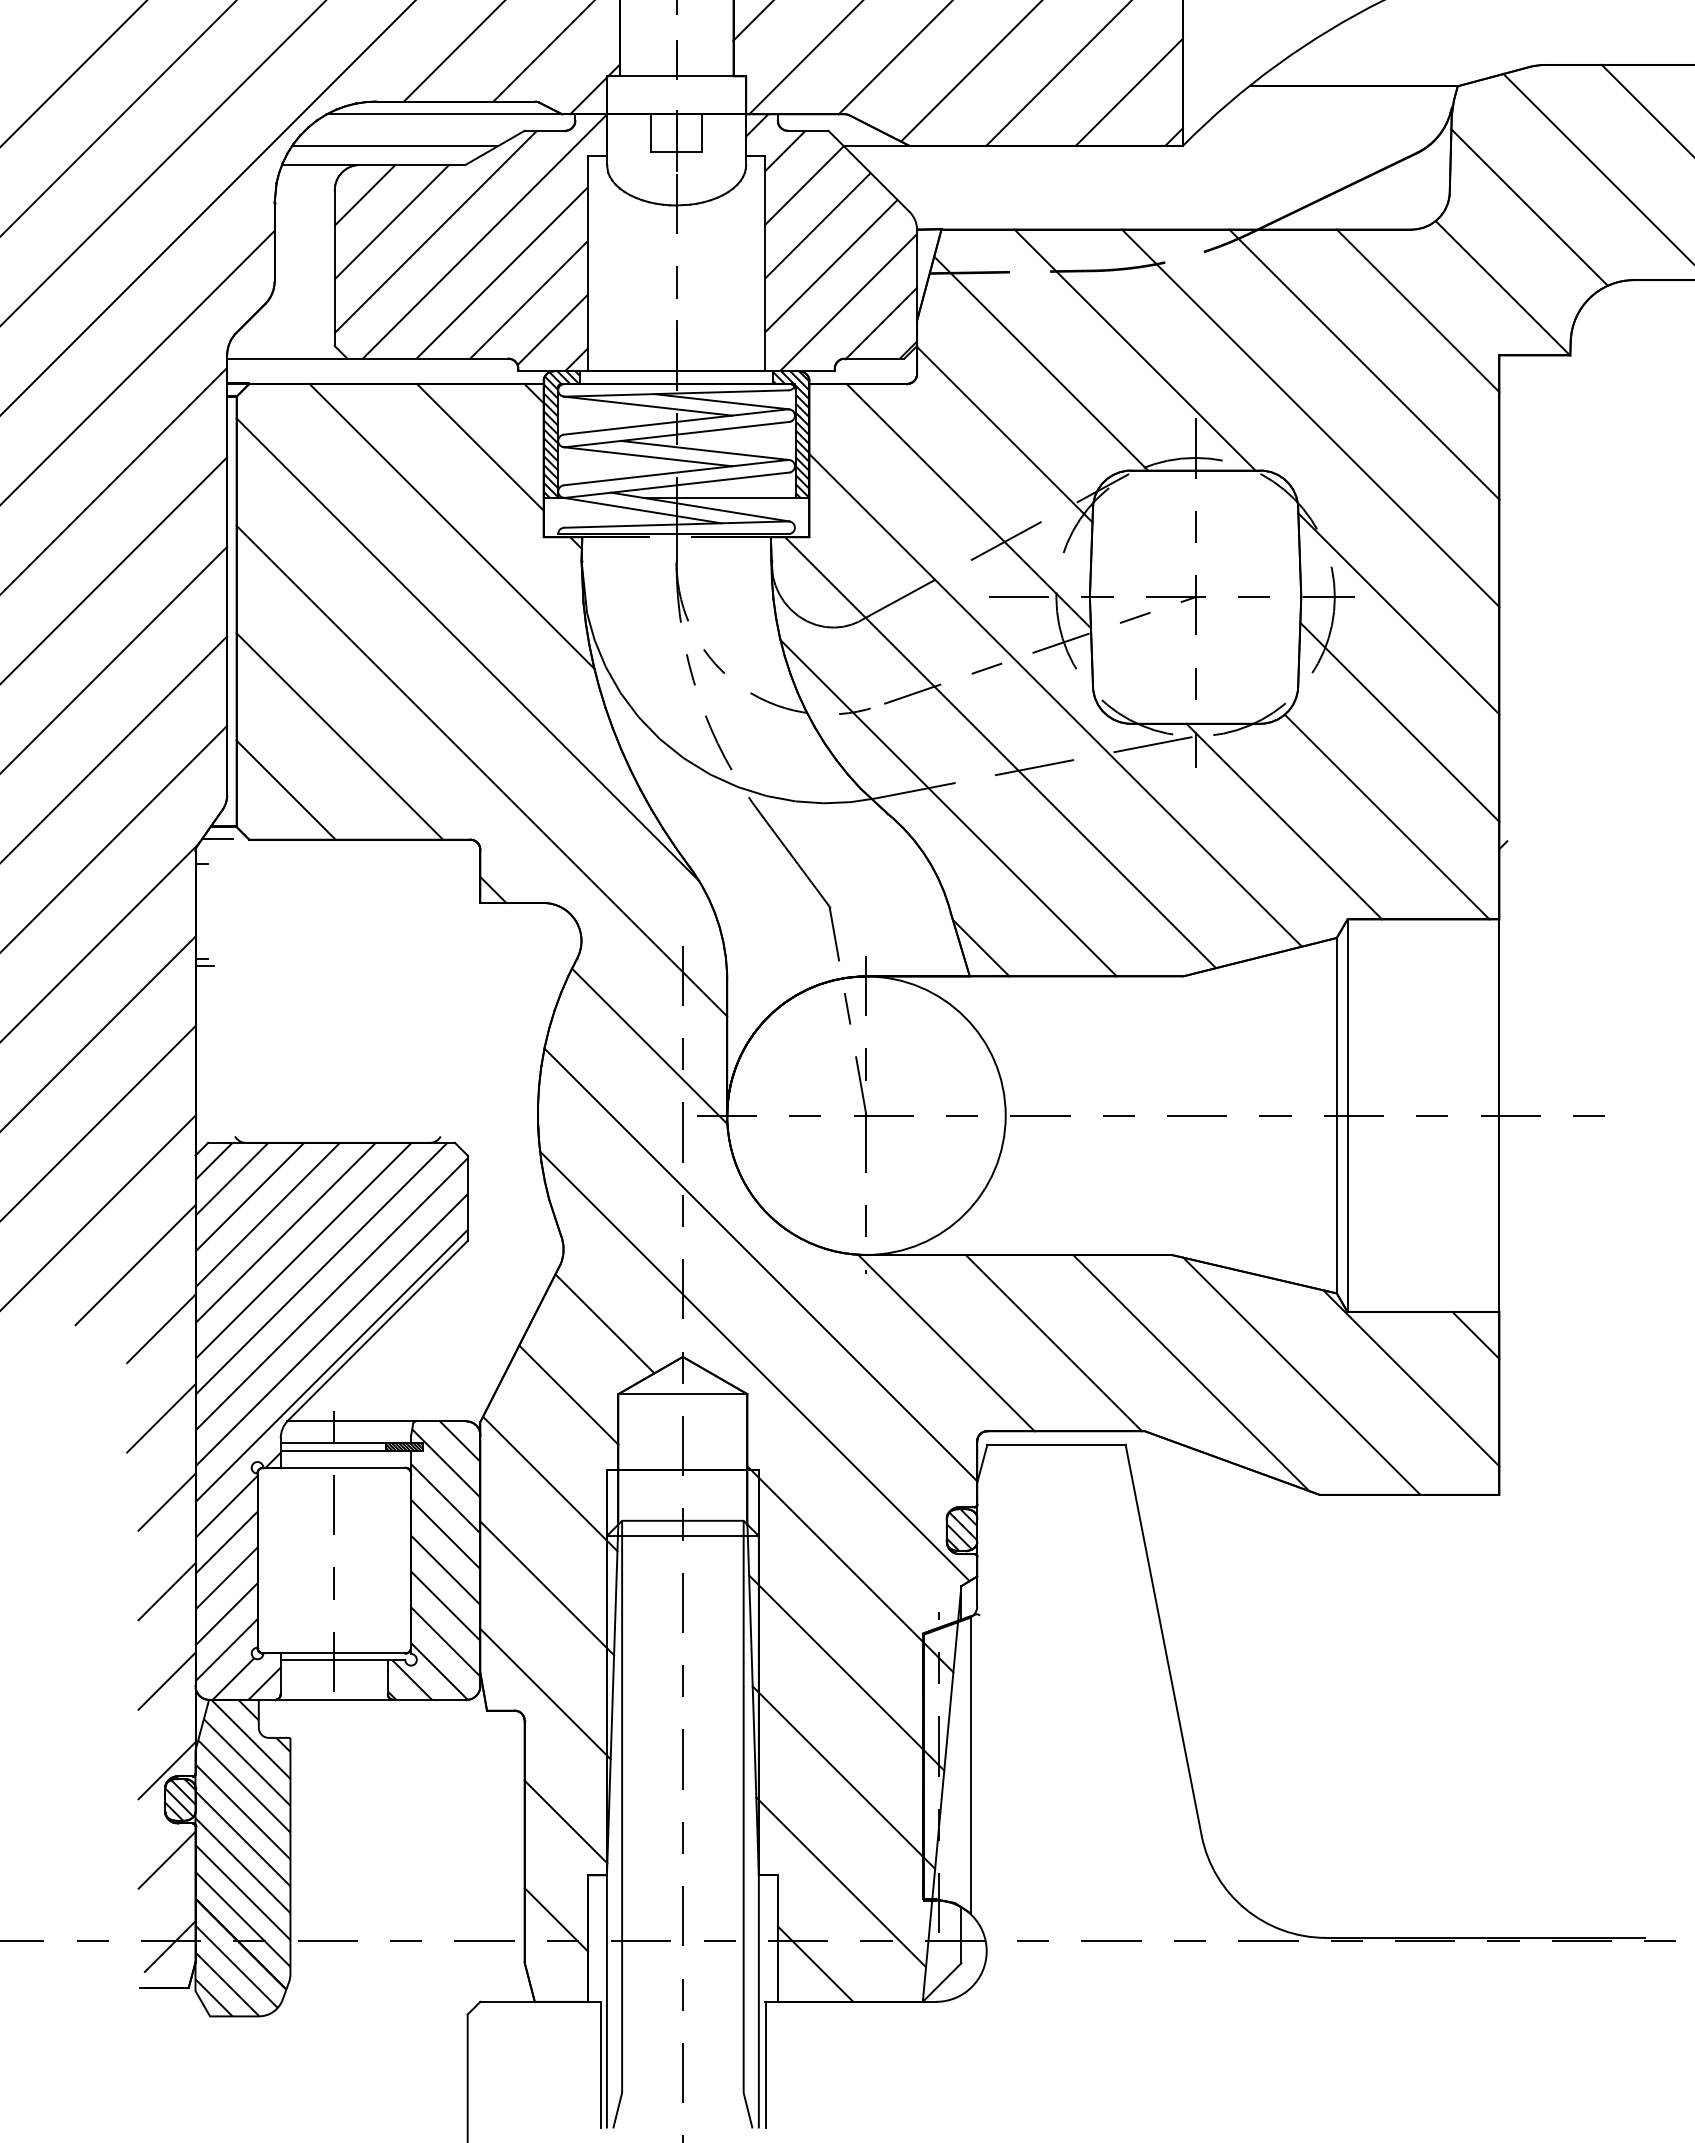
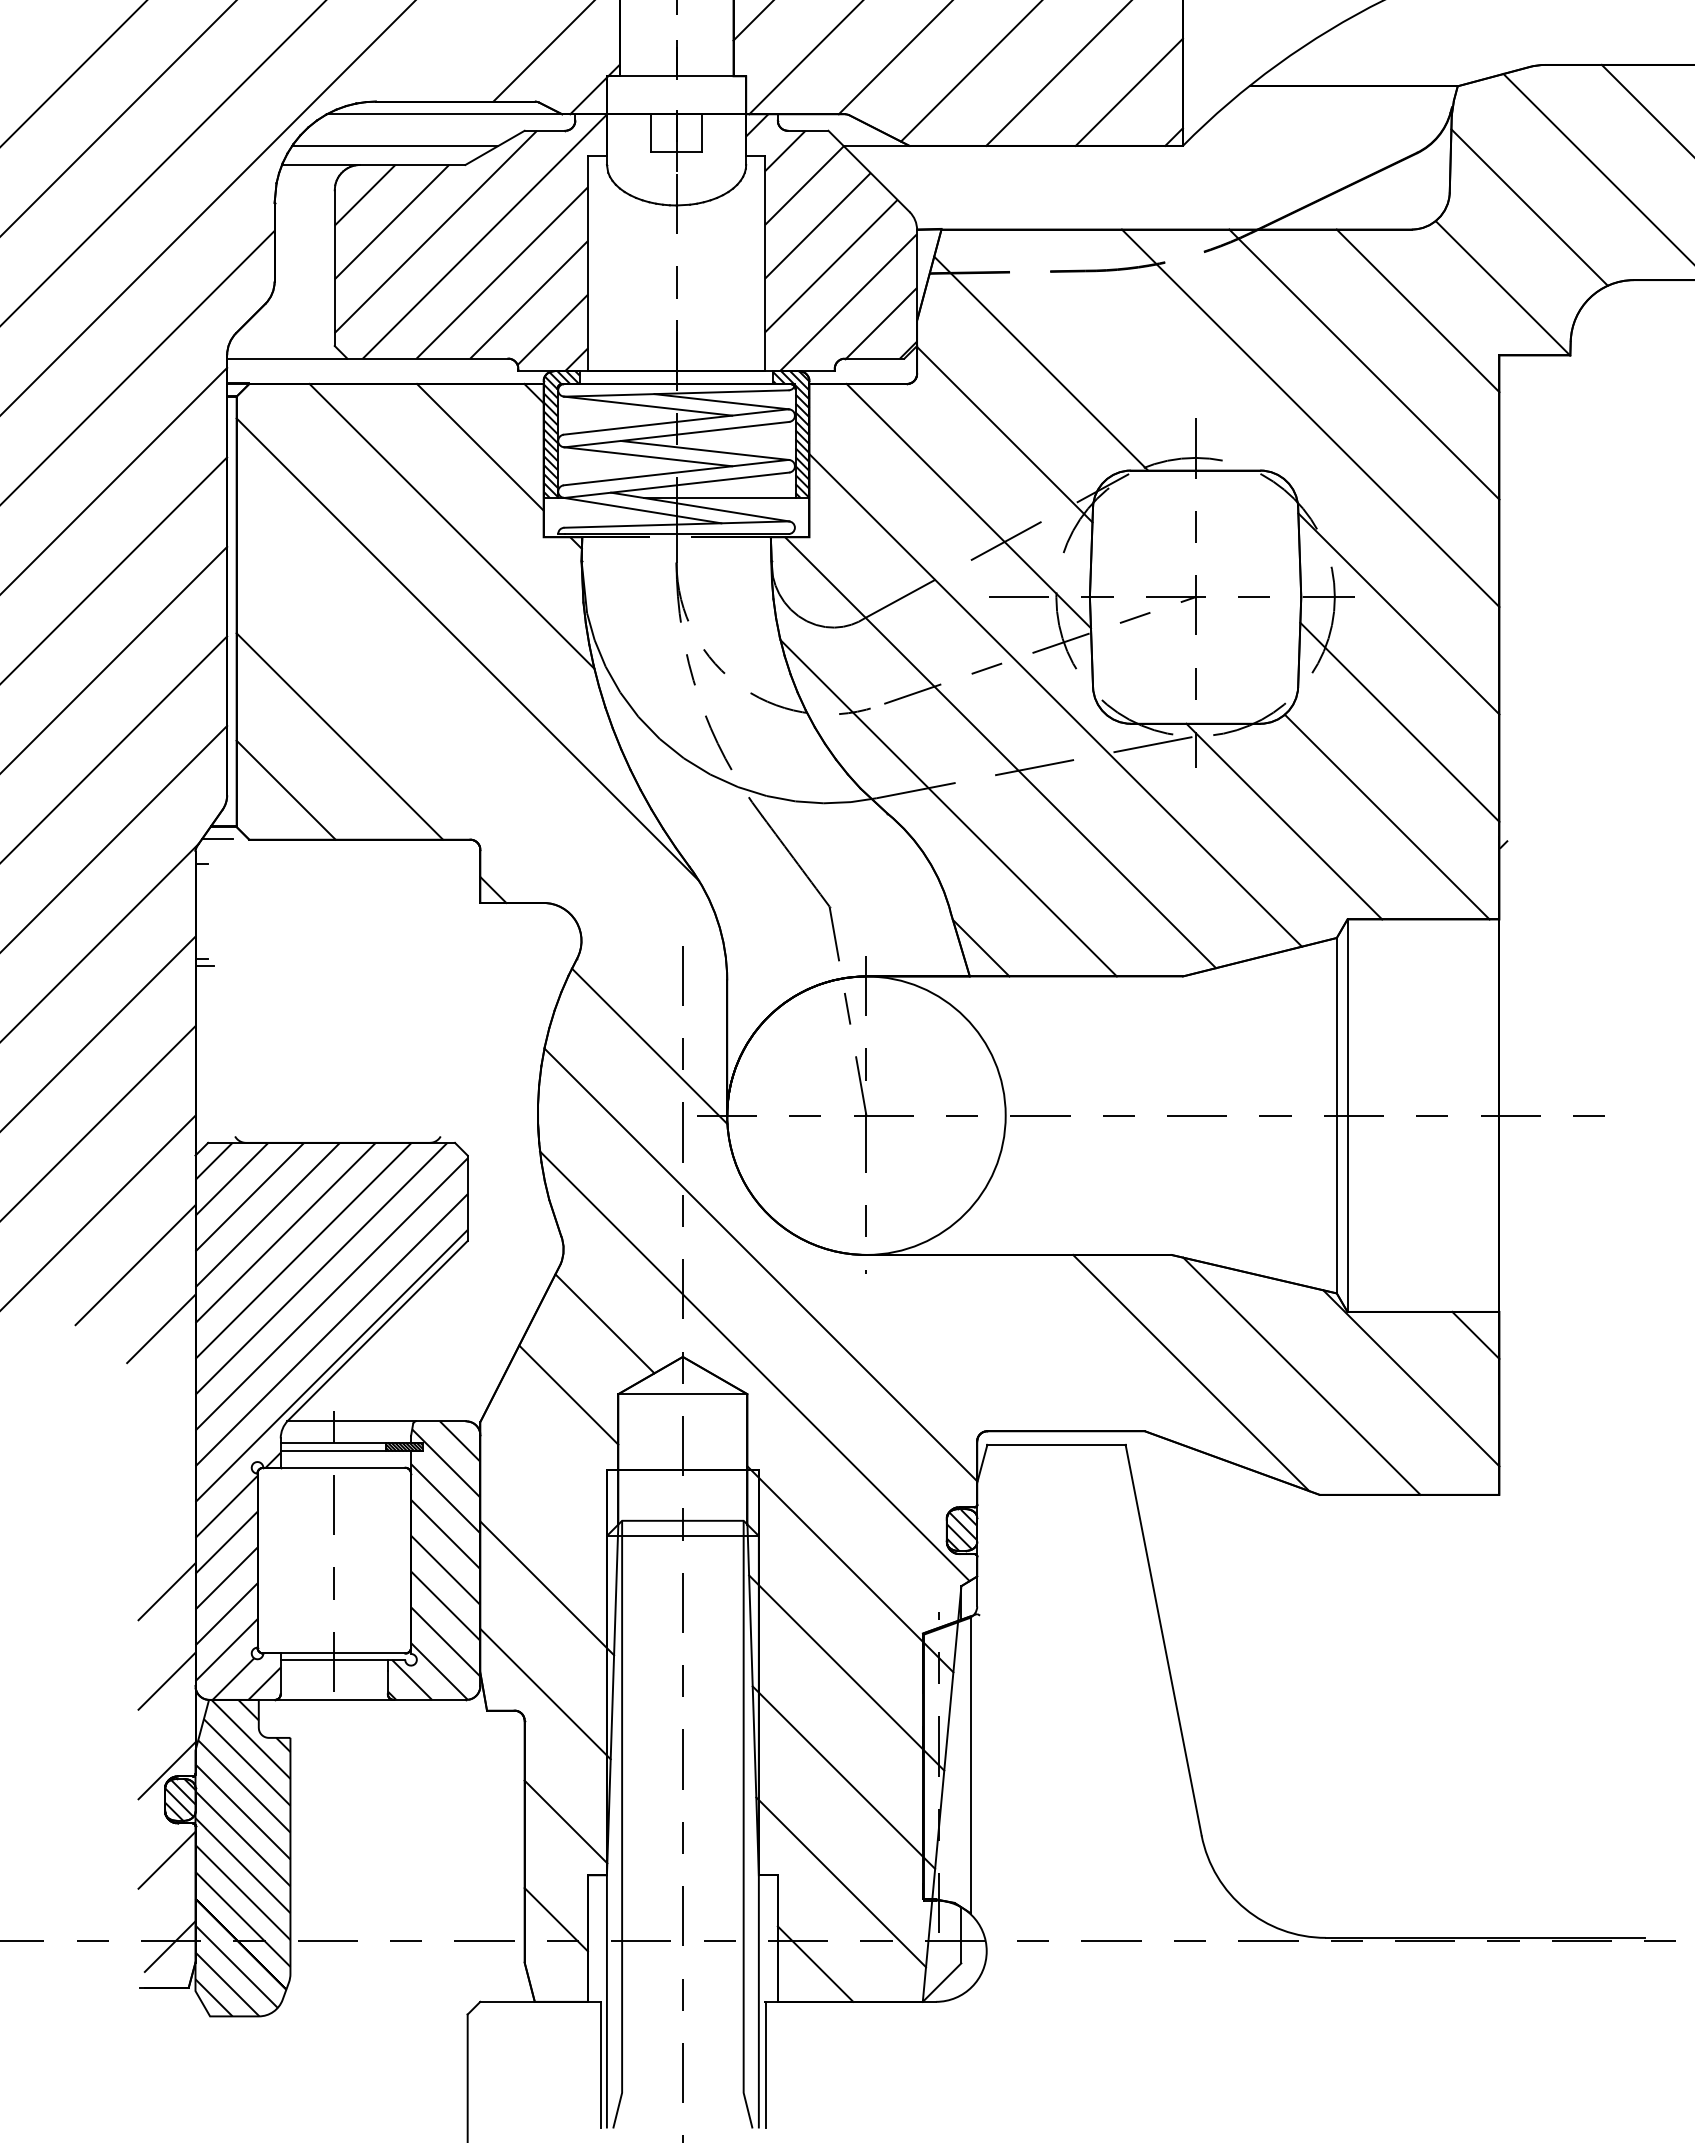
line at (453, 51): present -> none
line at (1134, 349): present -> none
line at (481, 770): present -> none
line at (946, 1342): present -> none
line at (1053, 1342): present -> none
line at (161, 1418): present -> none
line at (550, 1483): present -> none
line at (166, 1501): present -> none
